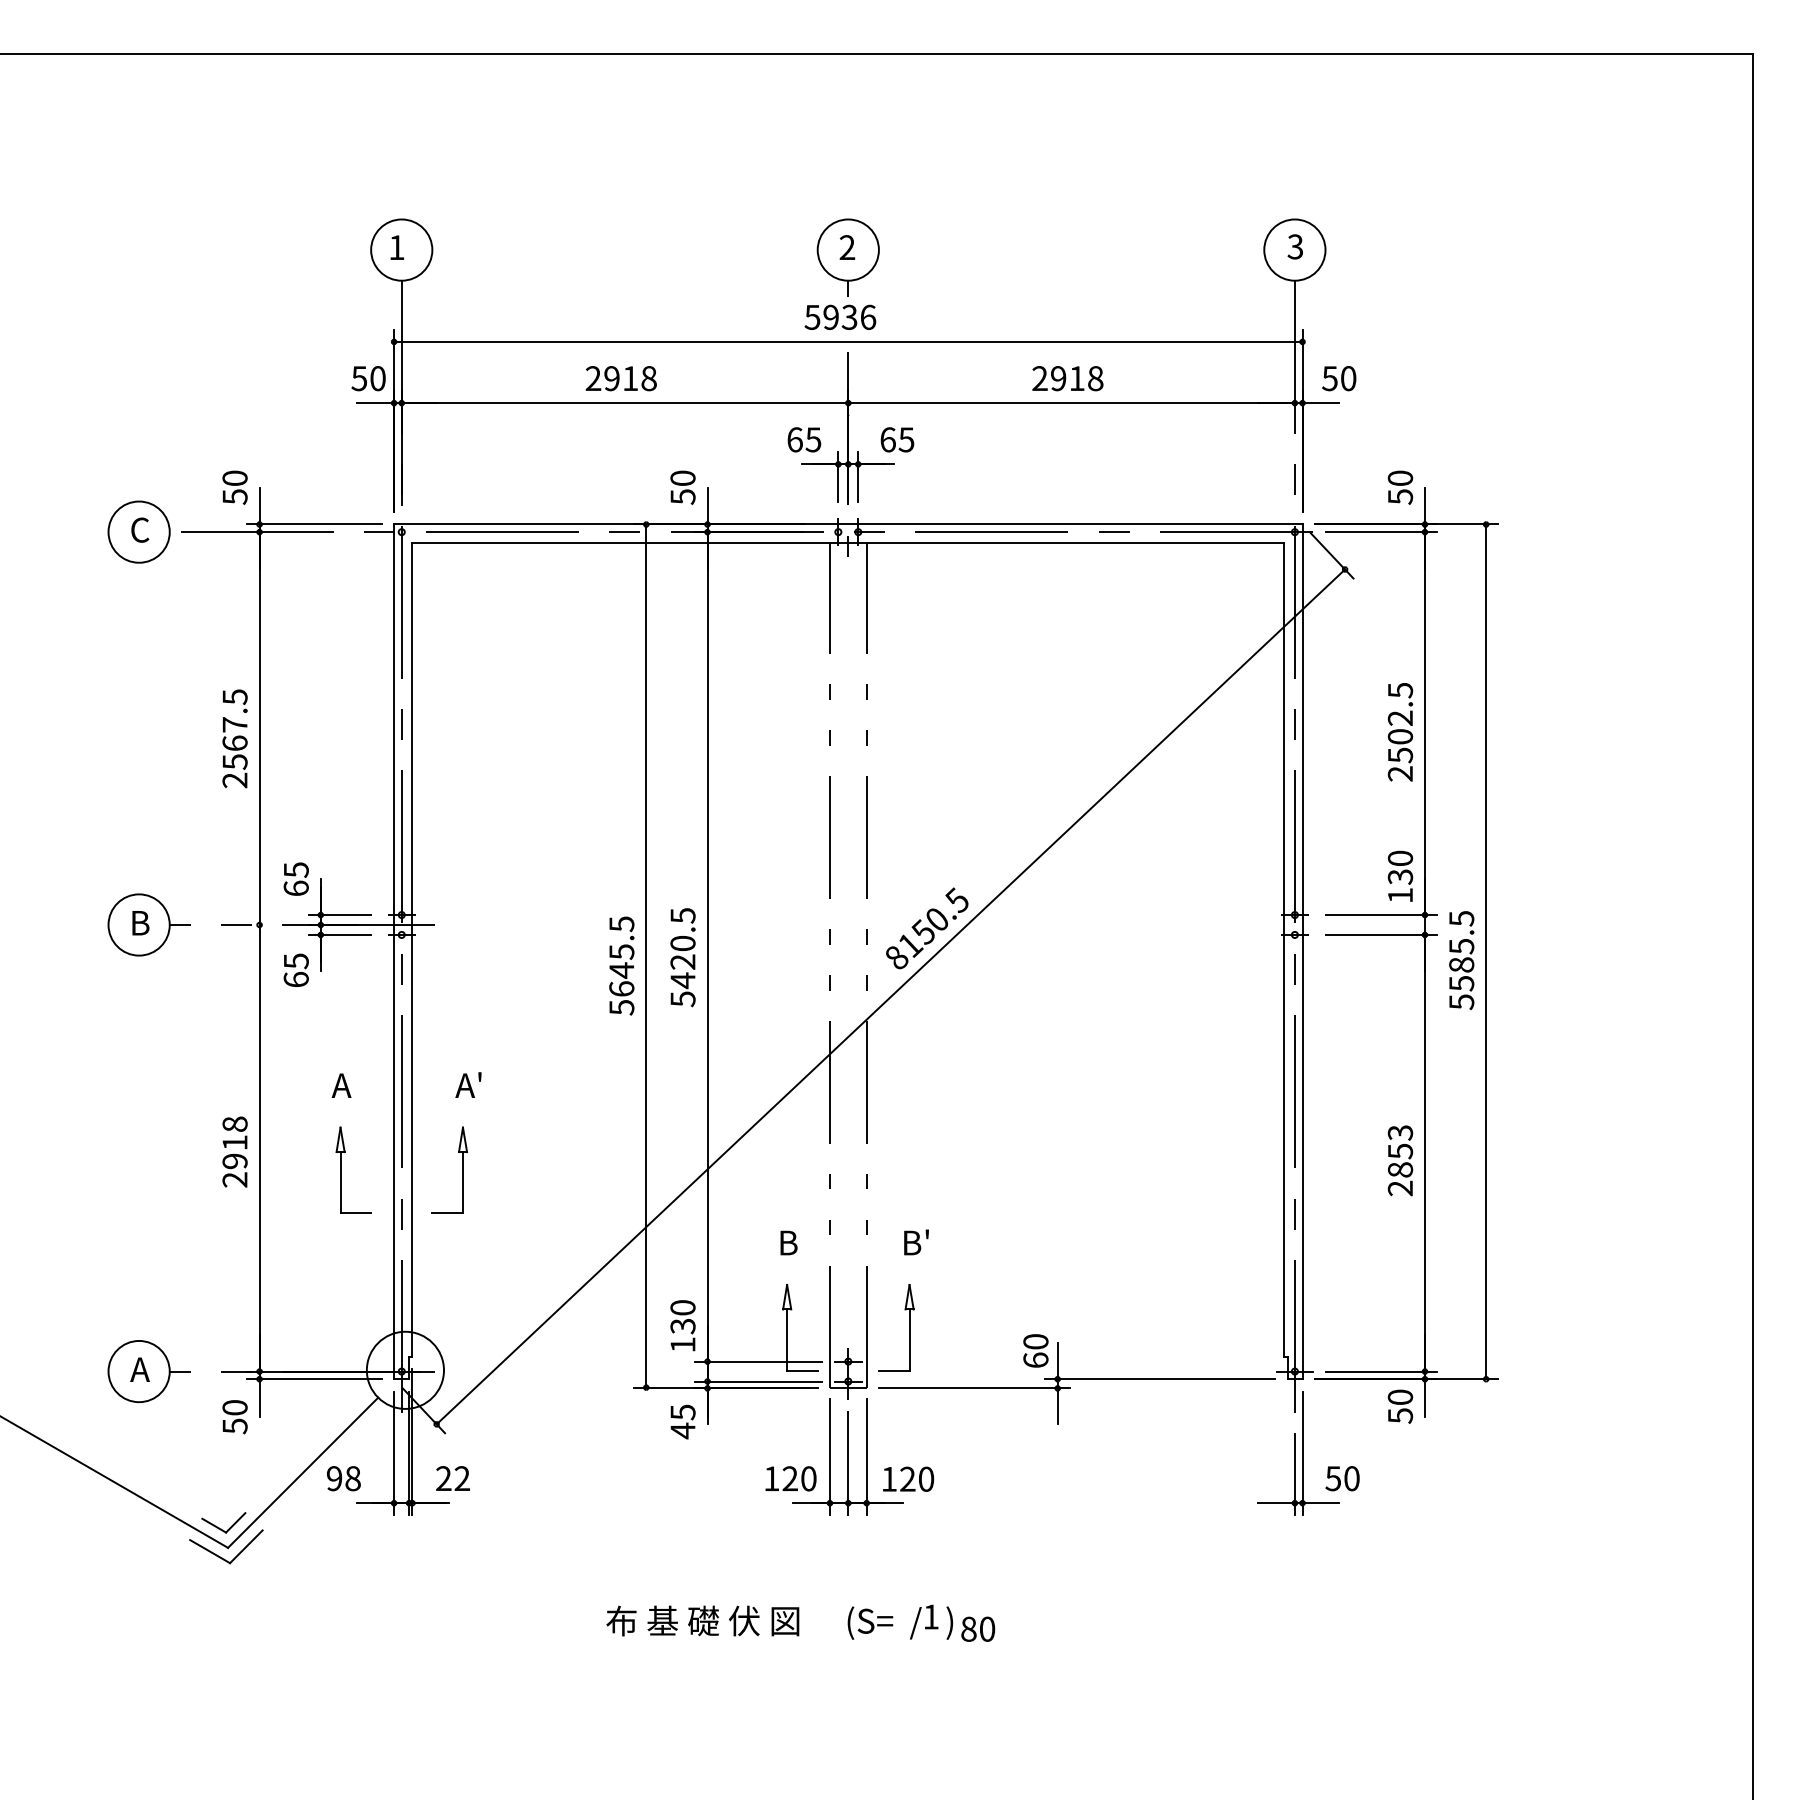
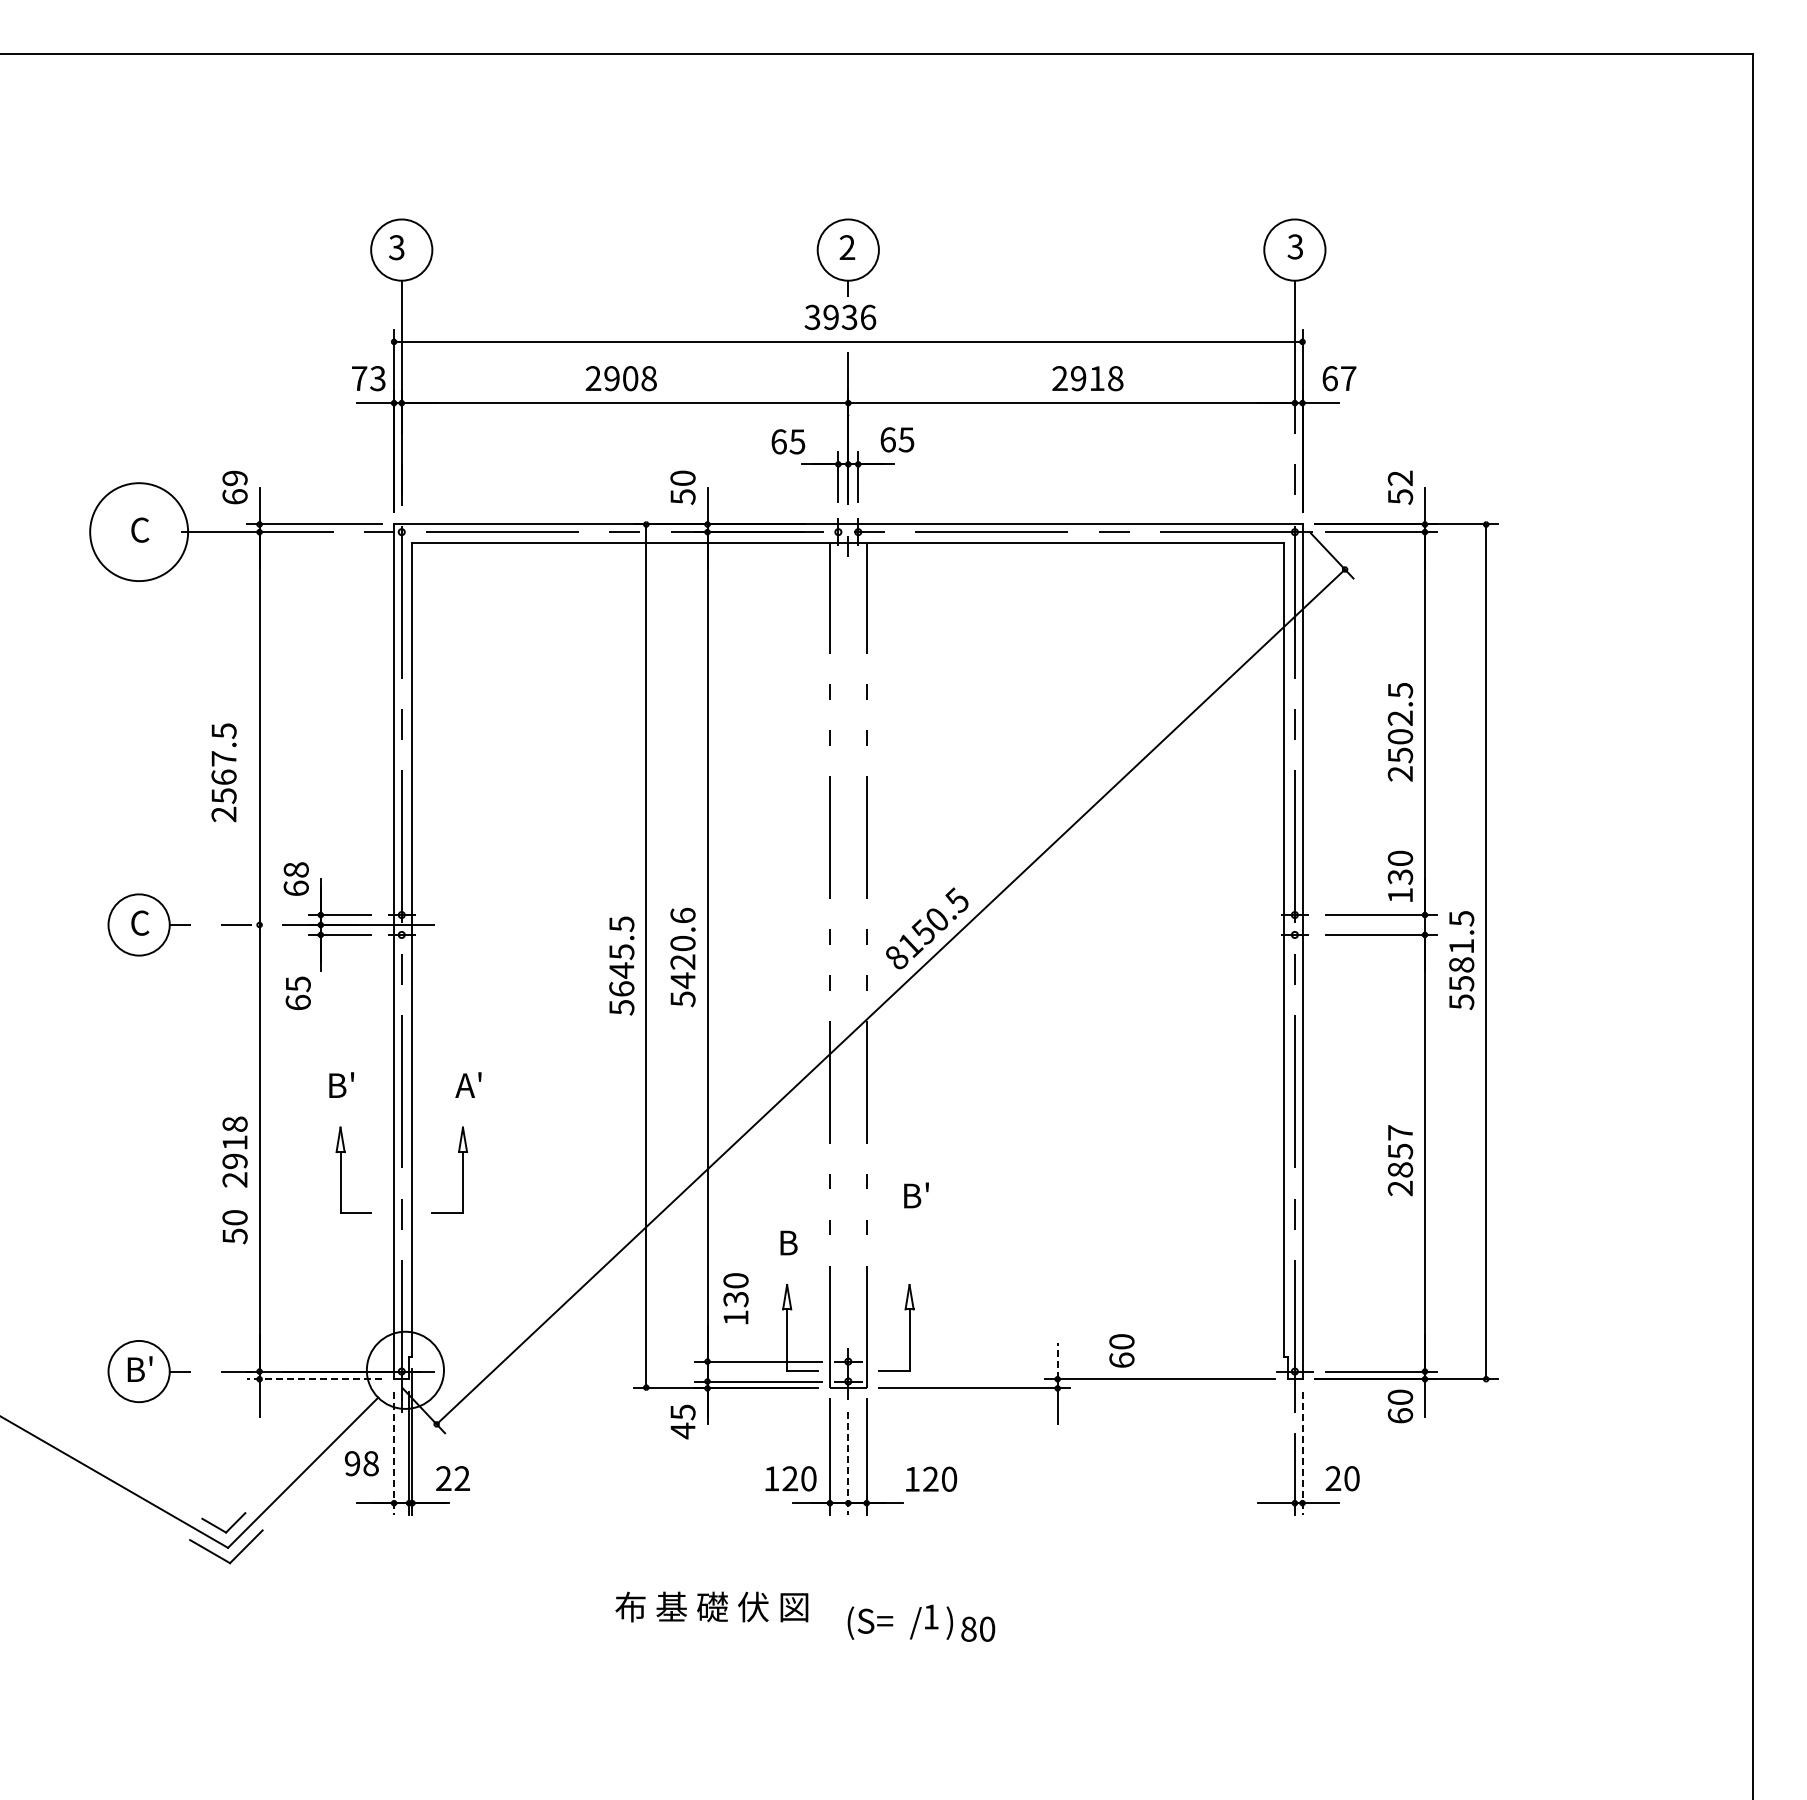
text at (396, 247): 1 -> 3
text at (812, 316): 5936 -> 3936
text at (368, 378): 50 -> 73
text at (630, 378): 2918 -> 2908
text at (1067, 378) position: (1067, 378) -> (1087, 378)
text at (1339, 378): 50 -> 67
text at (804, 439) position: (804, 439) -> (788, 441)
text at (1400, 478): 50 -> 52
text at (234, 487): 50 -> 69
circle at (138, 531) diameter: 61 px -> 98 px
text at (234, 738) position: (234, 738) -> (223, 772)
text at (295, 870): 65 -> 68
text at (682, 915): 5420.5 -> 5420.6
text at (140, 922): B -> C
text at (1461, 946): 5585.5 -> 5581.5
text at (295, 969) position: (295, 969) -> (297, 992)
text at (341, 1084): A -> B'
text at (1400, 1132): 2853 -> 2857
text at (916, 1242) position: (916, 1242) -> (916, 1195)
text at (682, 1325) position: (682, 1325) -> (735, 1298)
text at (1035, 1350) position: (1035, 1350) -> (1121, 1350)
line at (1057, 1361): solid -> dashed
text at (139, 1368): A -> B'
line at (314, 1379): solid -> dashed
text at (1400, 1415): 50 -> 60
text at (234, 1417) position: (234, 1417) -> (234, 1227)
line at (394, 1453): solid -> dashed
line at (1302, 1453): solid -> dashed
line at (848, 1463): solid -> dashed
text at (343, 1478) position: (343, 1478) -> (361, 1463)
text at (908, 1478) position: (908, 1478) -> (931, 1478)
text at (1333, 1478): 50 -> 20
text at (702, 1620) position: (702, 1620) -> (711, 1606)
